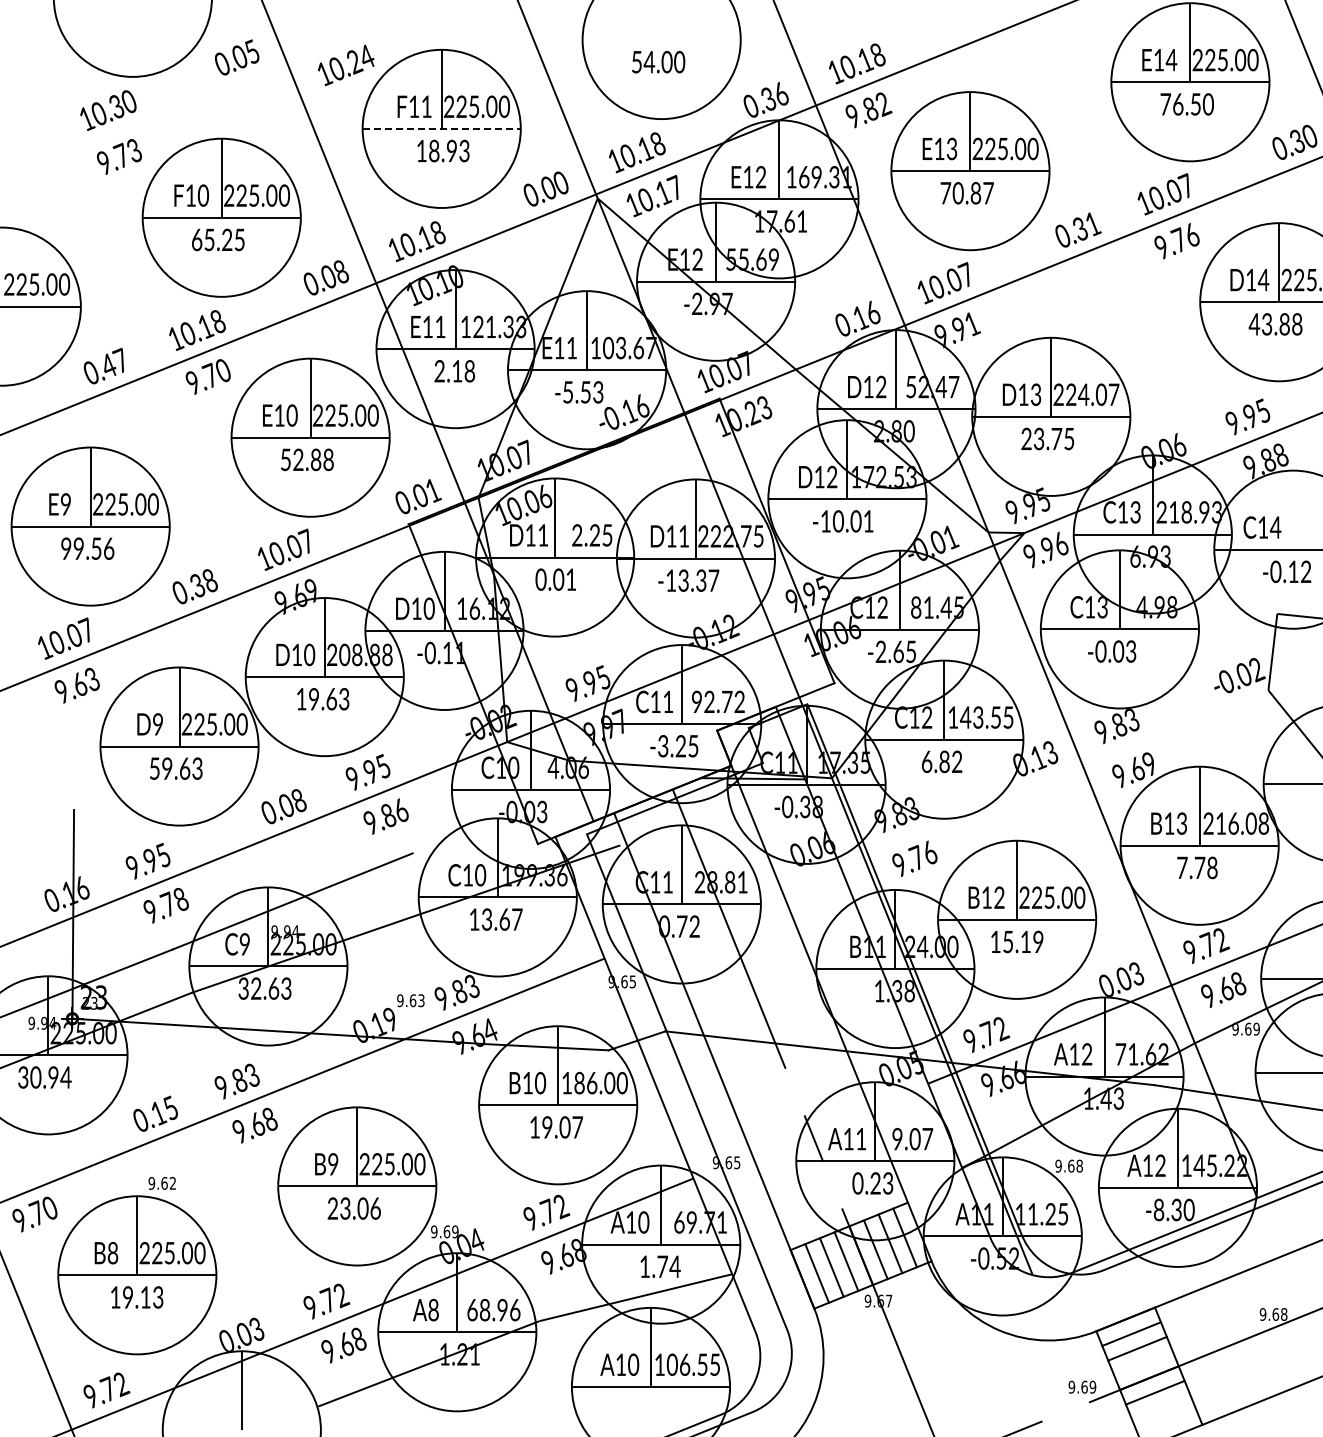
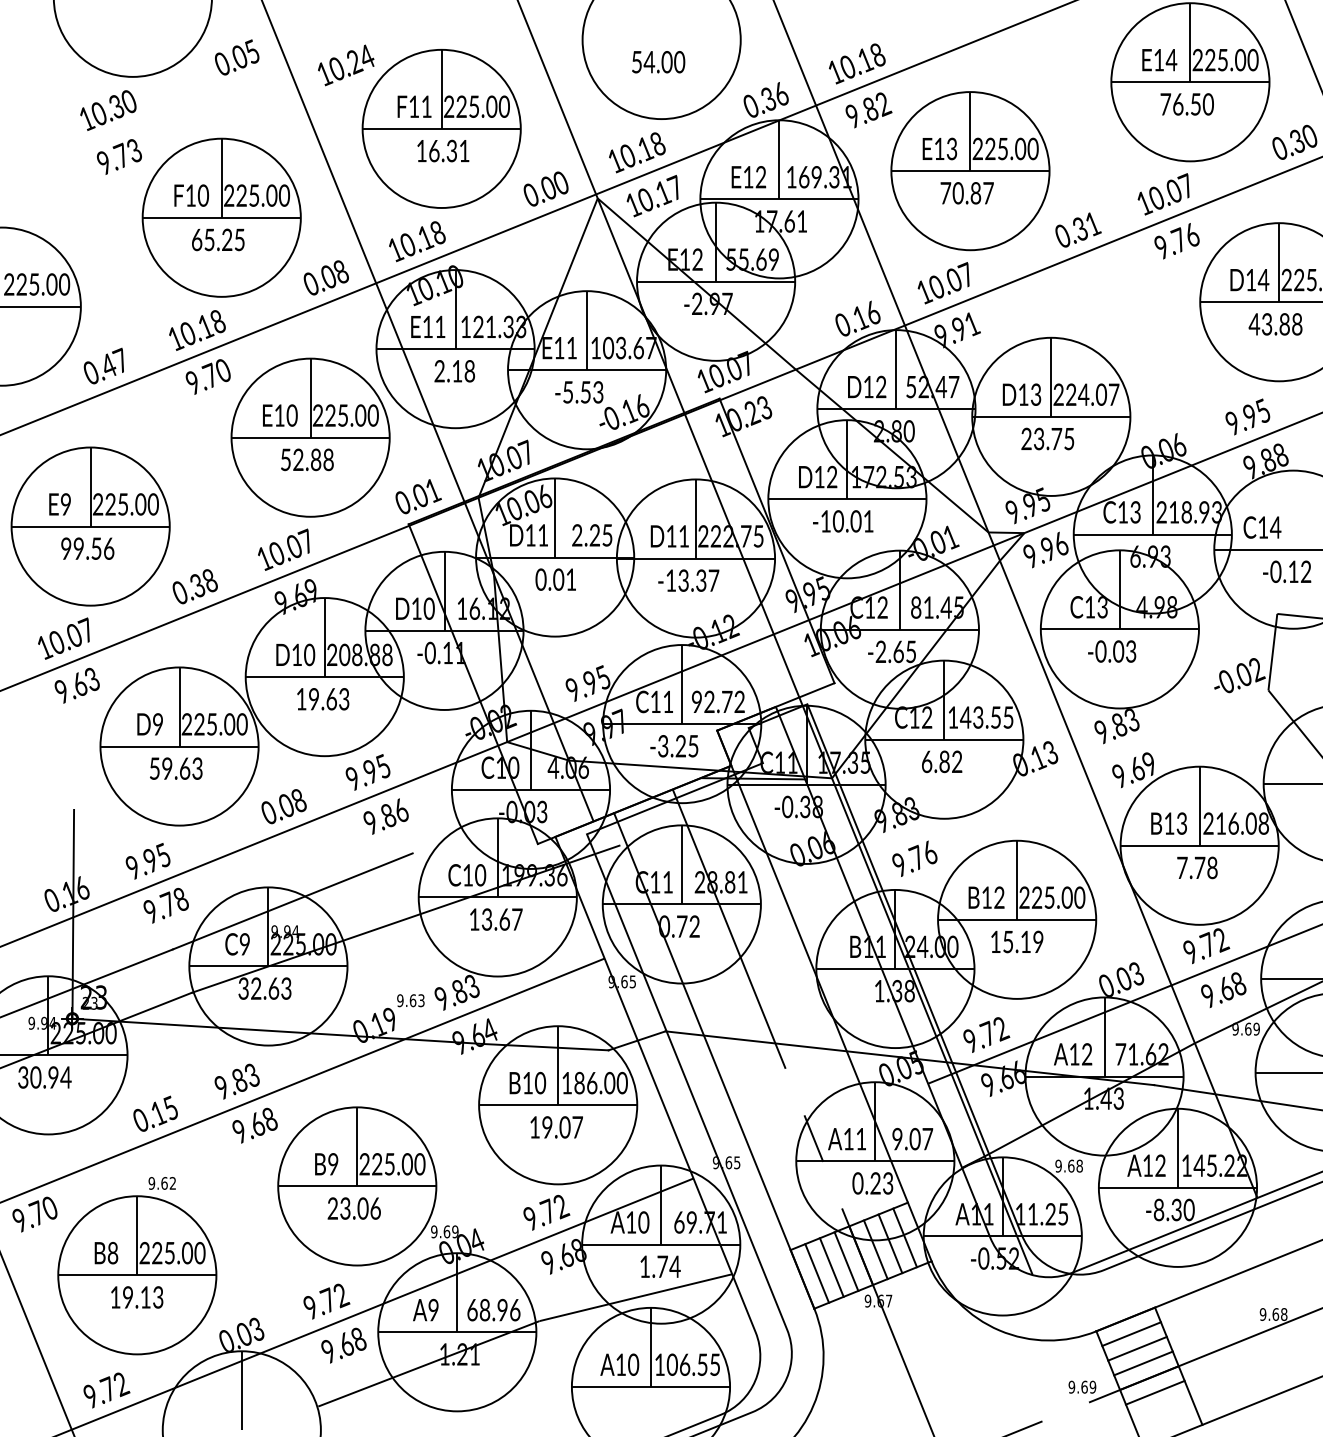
line at (442, 128): dashed -> solid
text at (449, 150): 18.93 -> 16.31
text at (433, 1311): A8 -> A9
line at (1143, 1363): none -> present
